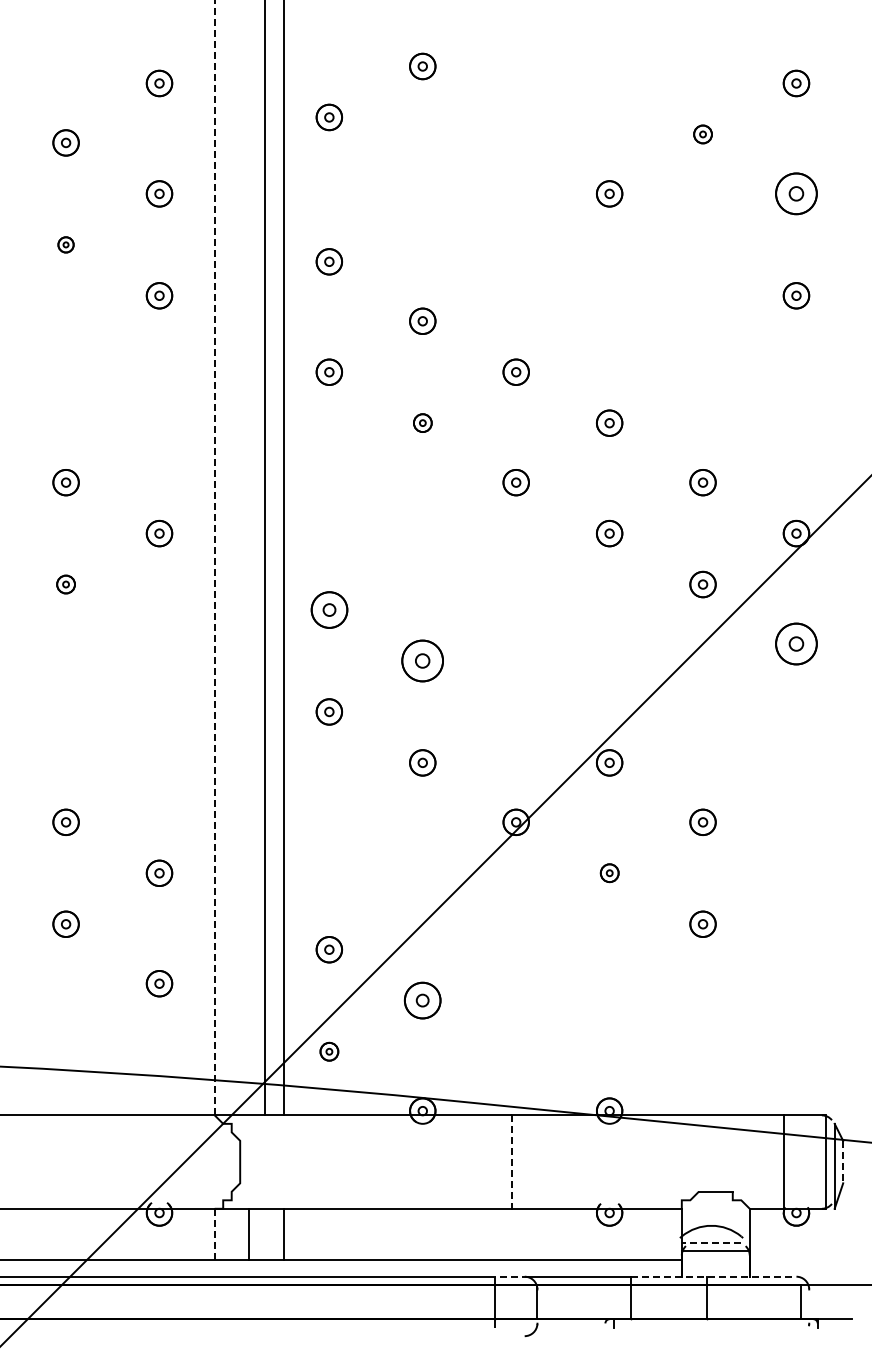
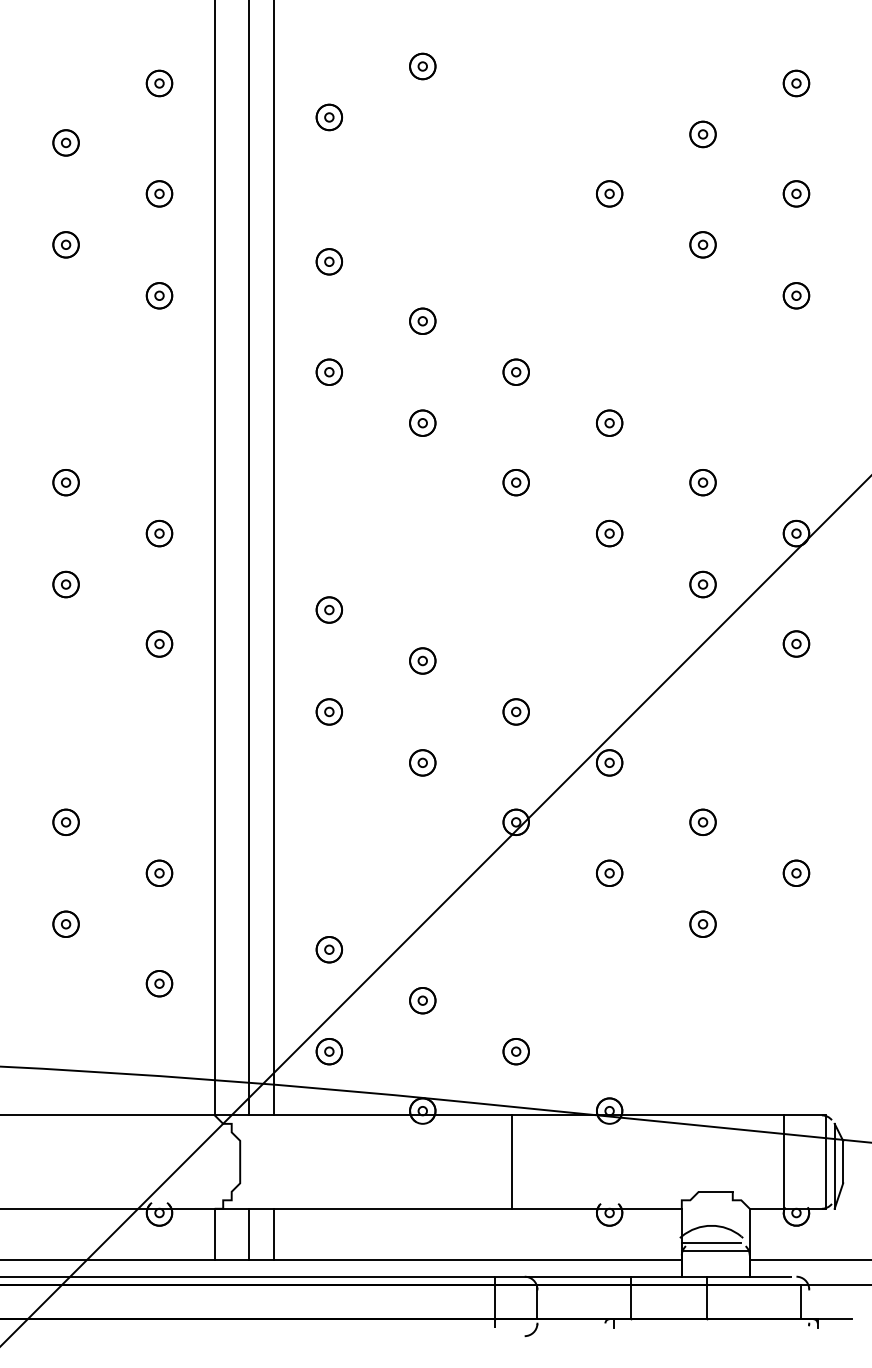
part at (702, 134) size: 20x21 px -> 28x29 px
part at (796, 193) size: 43x44 px -> 29x28 px
part at (65, 244) size: 18x18 px -> 28x28 px
part at (702, 244): none -> present
part at (422, 422) size: 20x20 px -> 28x28 px
line at (214, 557): dashed -> solid
line at (264, 558) position: (264, 558) -> (248, 558)
line at (284, 558) position: (284, 558) -> (274, 558)
part at (65, 584) size: 20x21 px -> 28x29 px
part at (329, 609) size: 39x38 px -> 28x28 px
part at (159, 643): none -> present
part at (796, 643) size: 43x44 px -> 29x28 px
part at (422, 660) size: 43x44 px -> 28x28 px
part at (515, 711): none -> present
part at (796, 872): none -> present
part at (609, 873) size: 21x21 px -> 28x28 px
part at (422, 1000) size: 39x39 px -> 28x28 px
part at (329, 1051) size: 21x21 px -> 29x28 px
part at (515, 1051): none -> present
line at (511, 1162): dashed -> solid
line at (843, 1162): dashed -> solid
line at (214, 1233): dashed -> solid
line at (284, 1233) position: (284, 1233) -> (274, 1233)
line at (711, 1242): dashed -> solid
line at (808, 1259): none -> present
line at (511, 1276): dashed -> solid
line at (710, 1276): dashed -> solid
